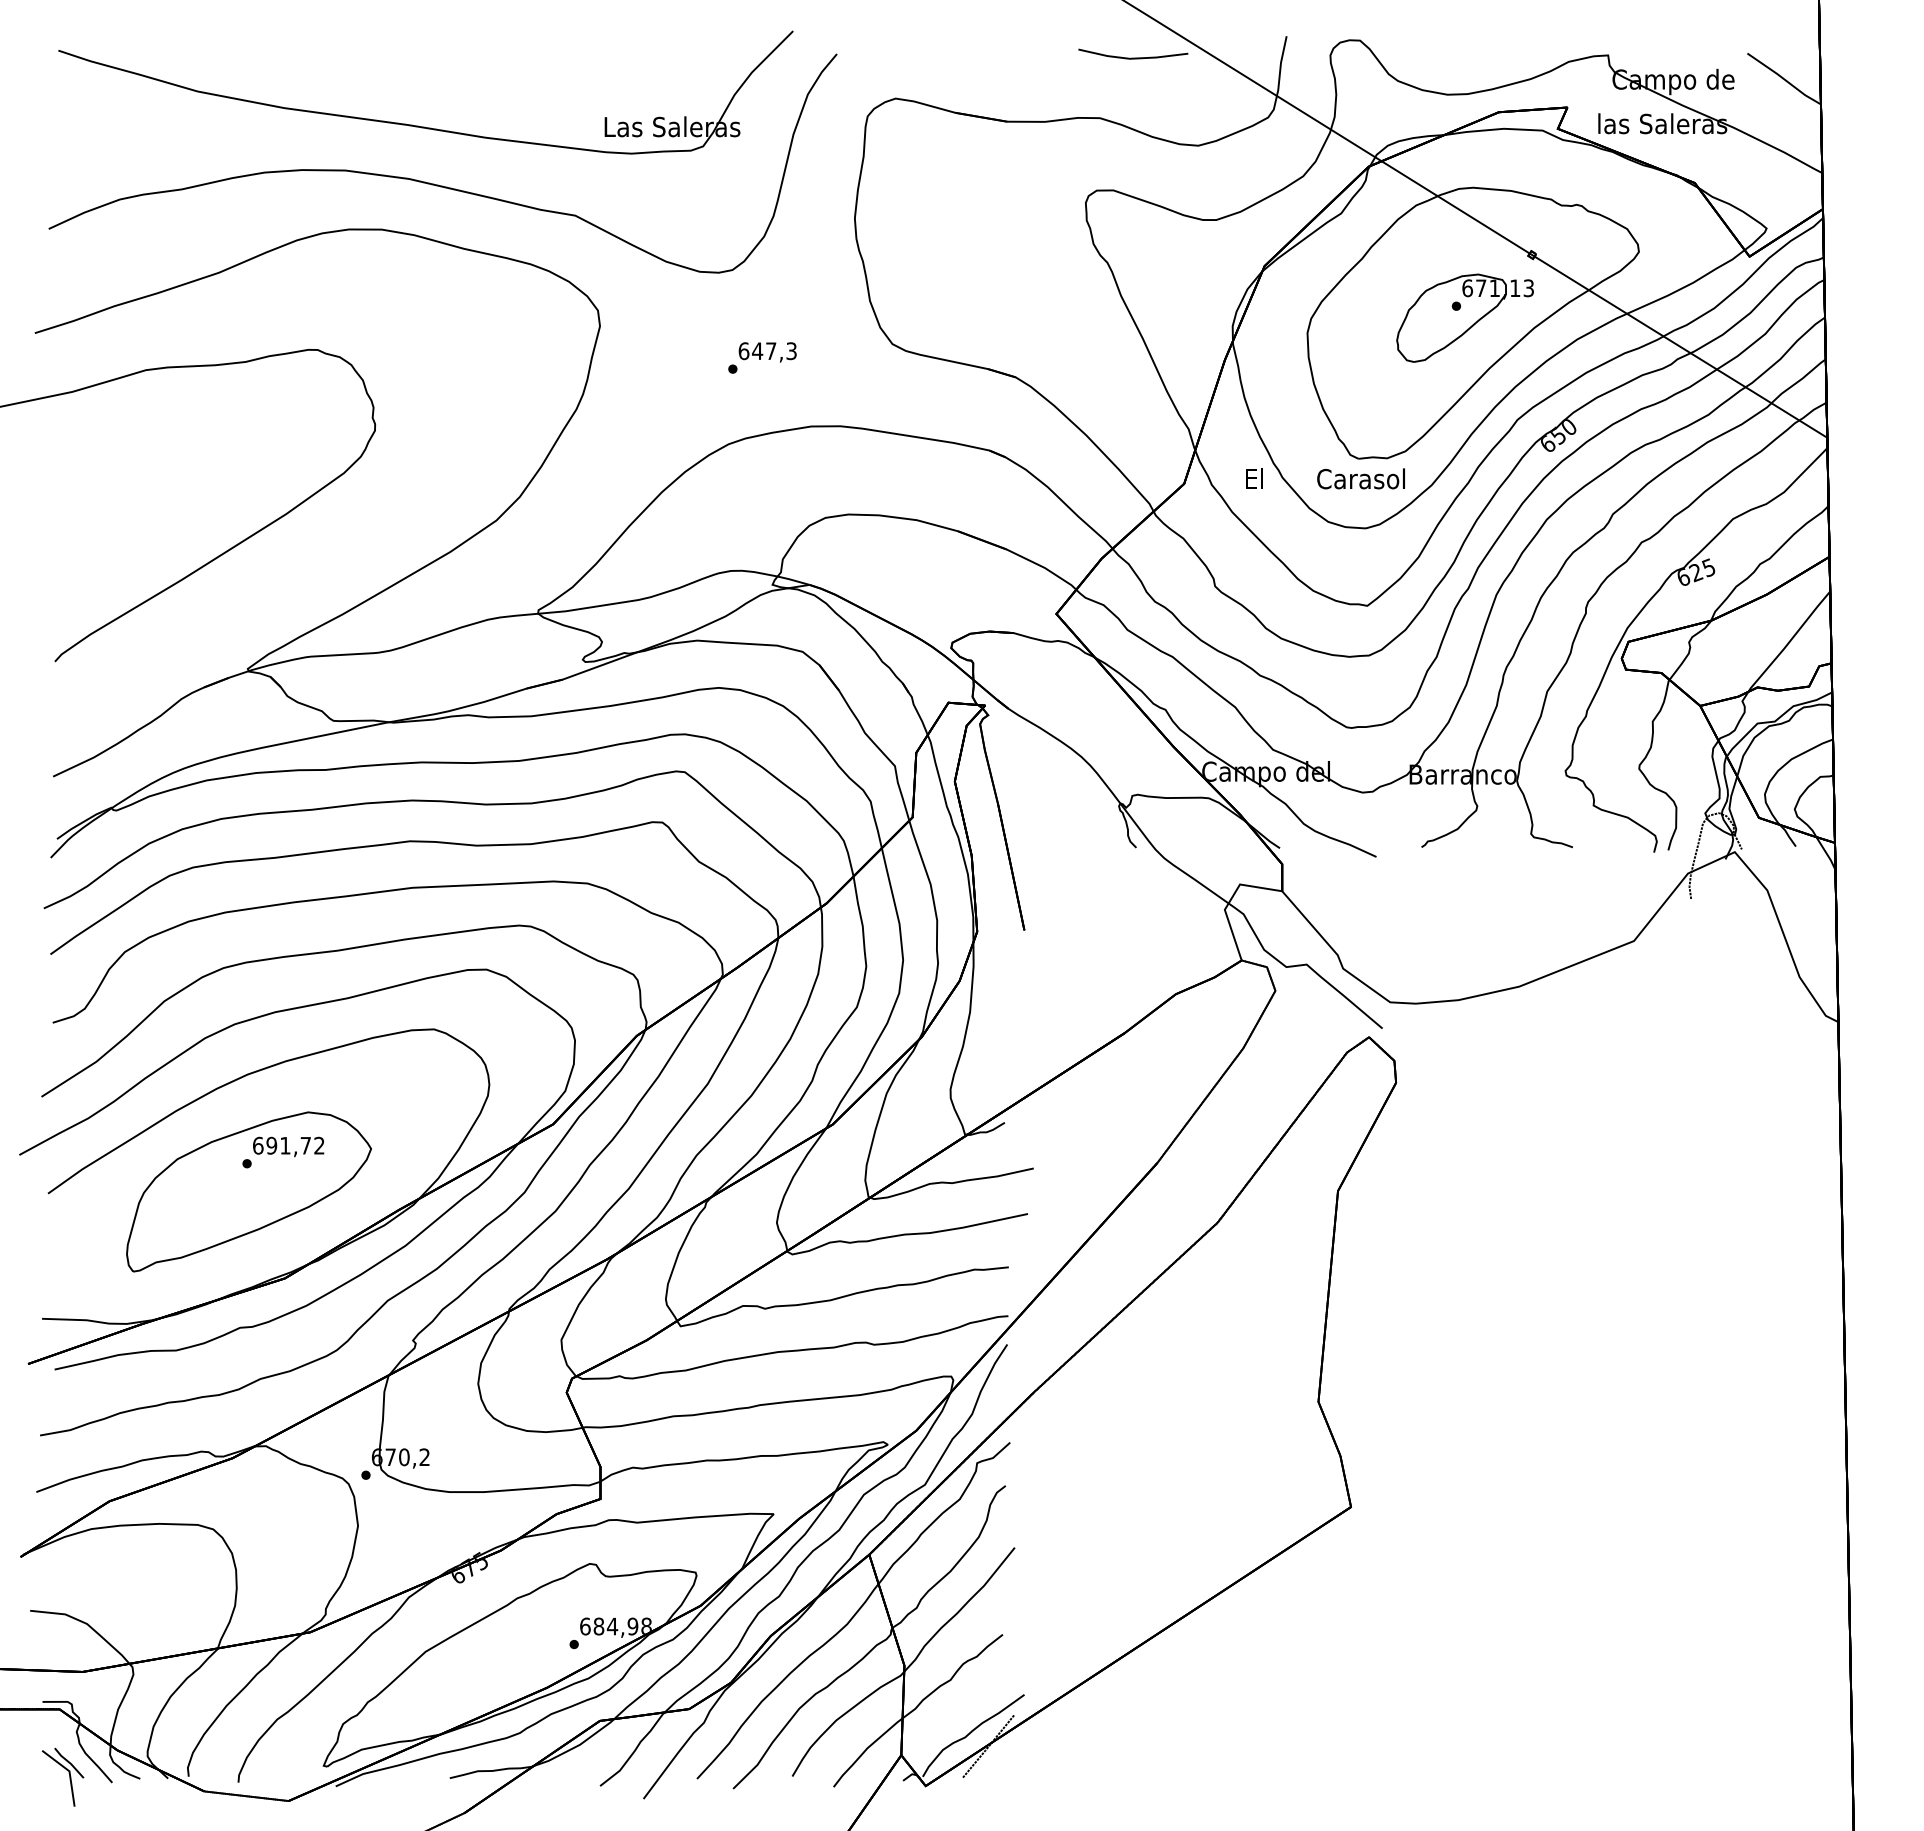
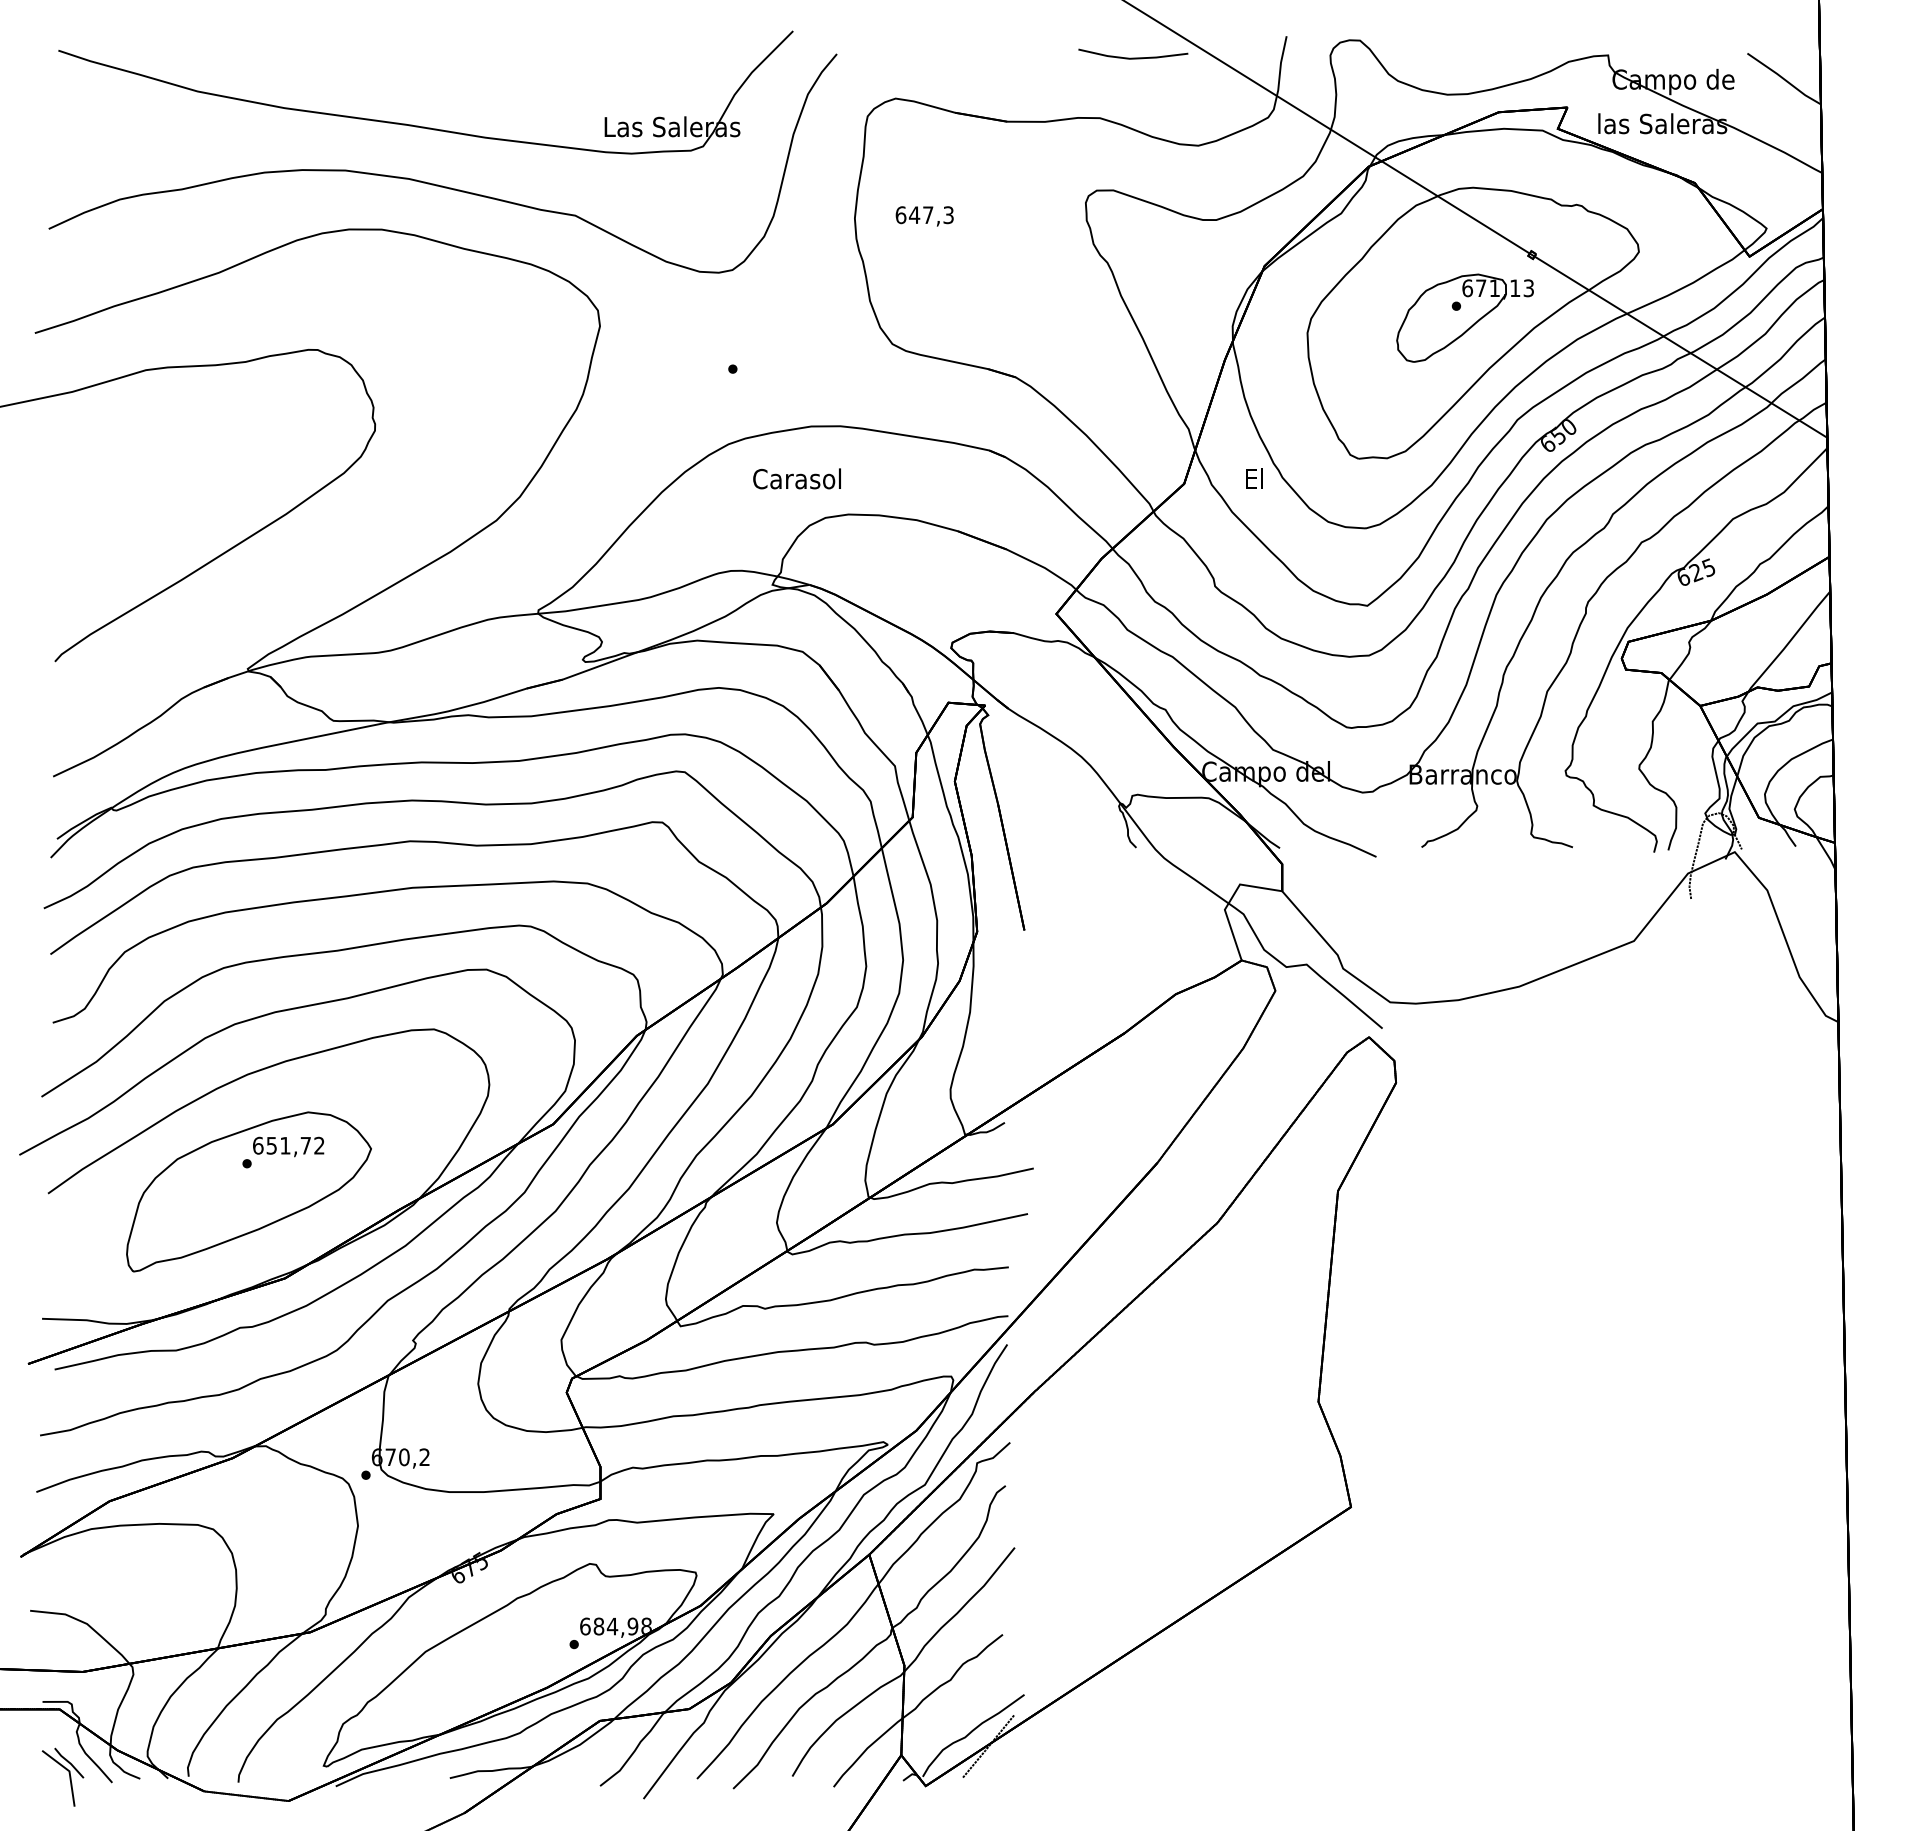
text at (767, 352) position: (767, 352) -> (924, 216)
text at (1360, 478) position: (1360, 478) -> (796, 478)
text at (271, 1145): 691,72 -> 651,72
